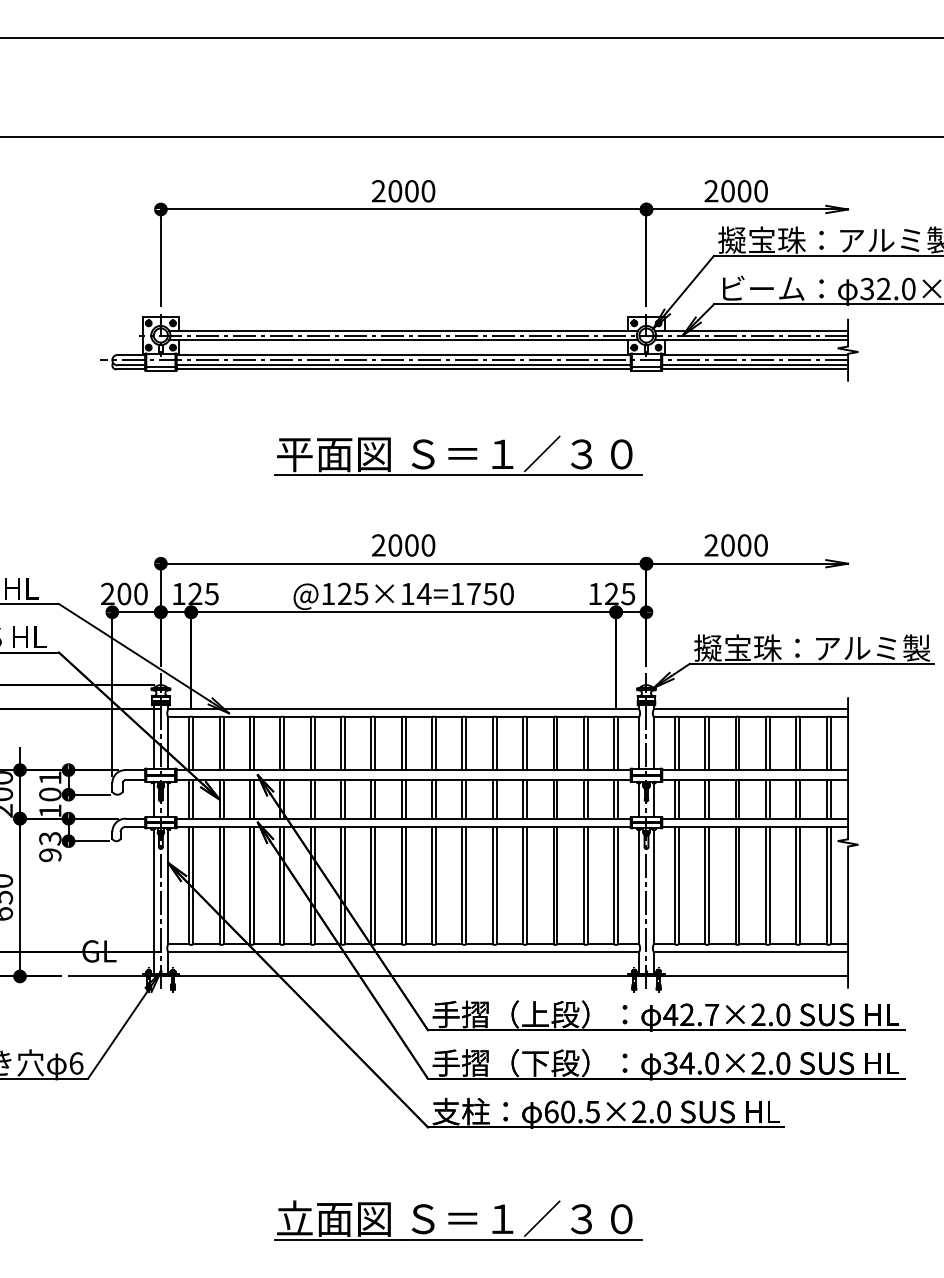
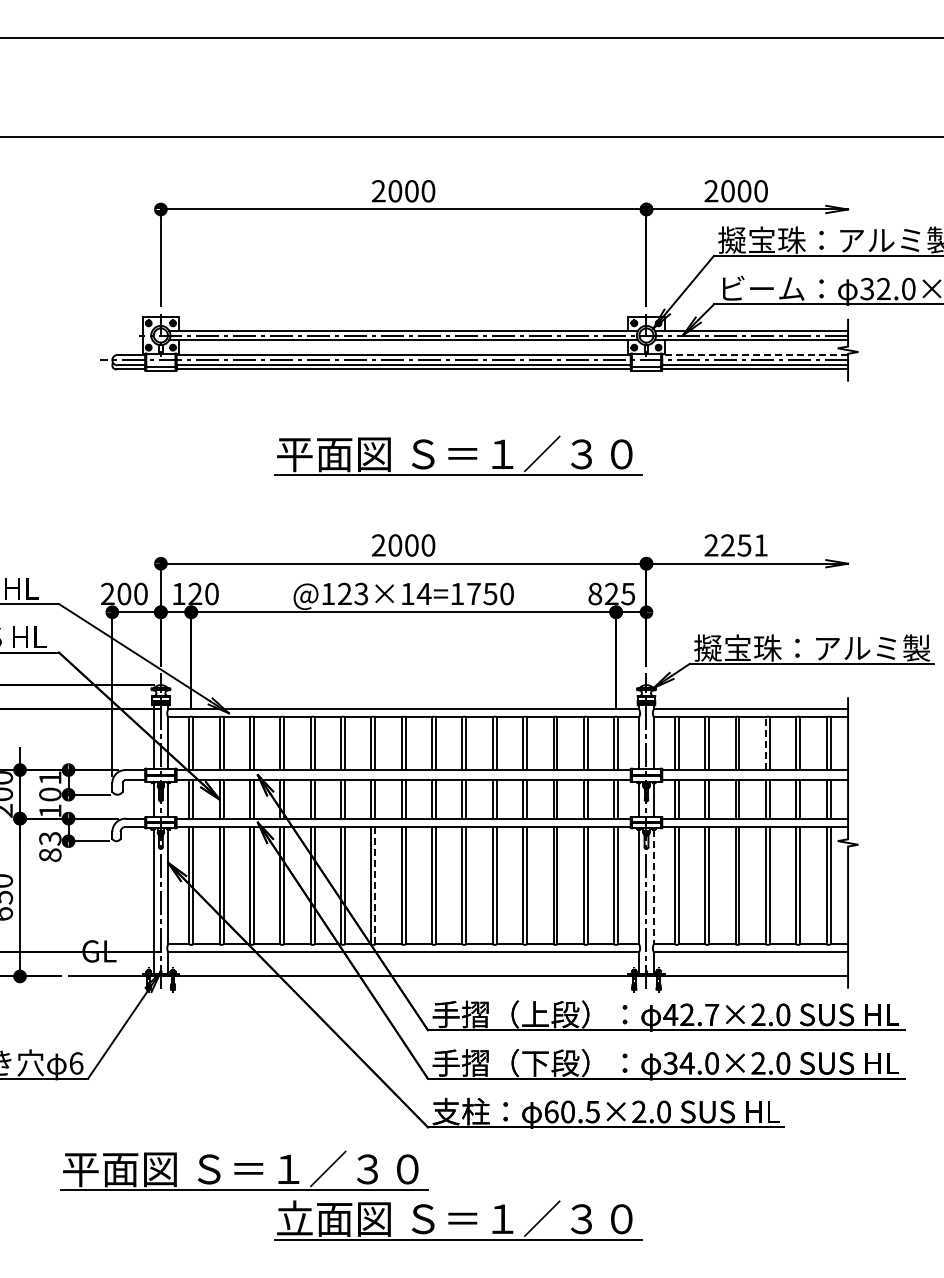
line at (755, 355): solid -> dashed
text at (744, 545): 2000 -> 2251
text at (211, 593): 125 -> 120
text at (361, 593): @125×14=1750 -> @123×14=1750
text at (595, 593): 125 -> 825
line at (765, 743): solid -> dashed
text at (50, 855): 93 -> 83
line at (375, 885): solid -> dashed
line at (653, 887): solid -> dashed
part at (244, 1170): none -> present
